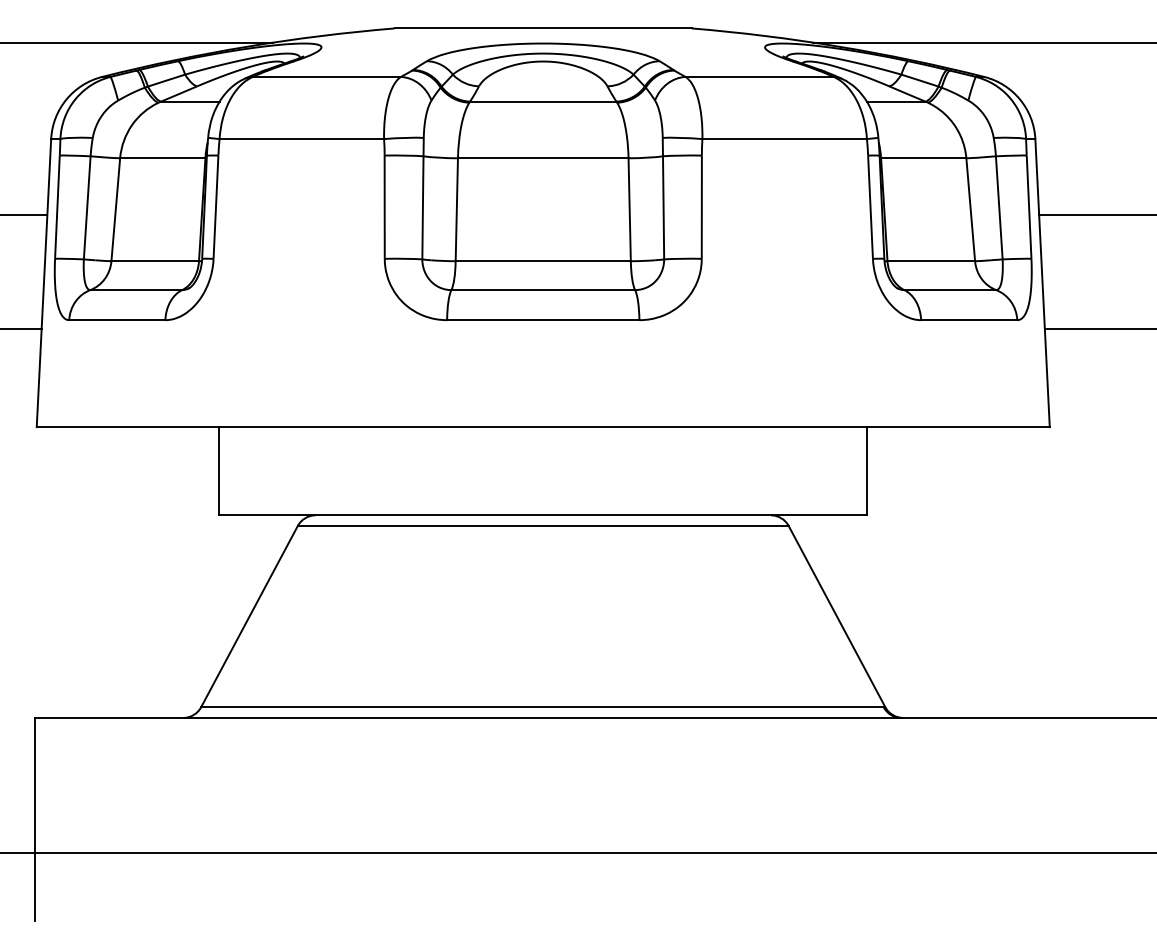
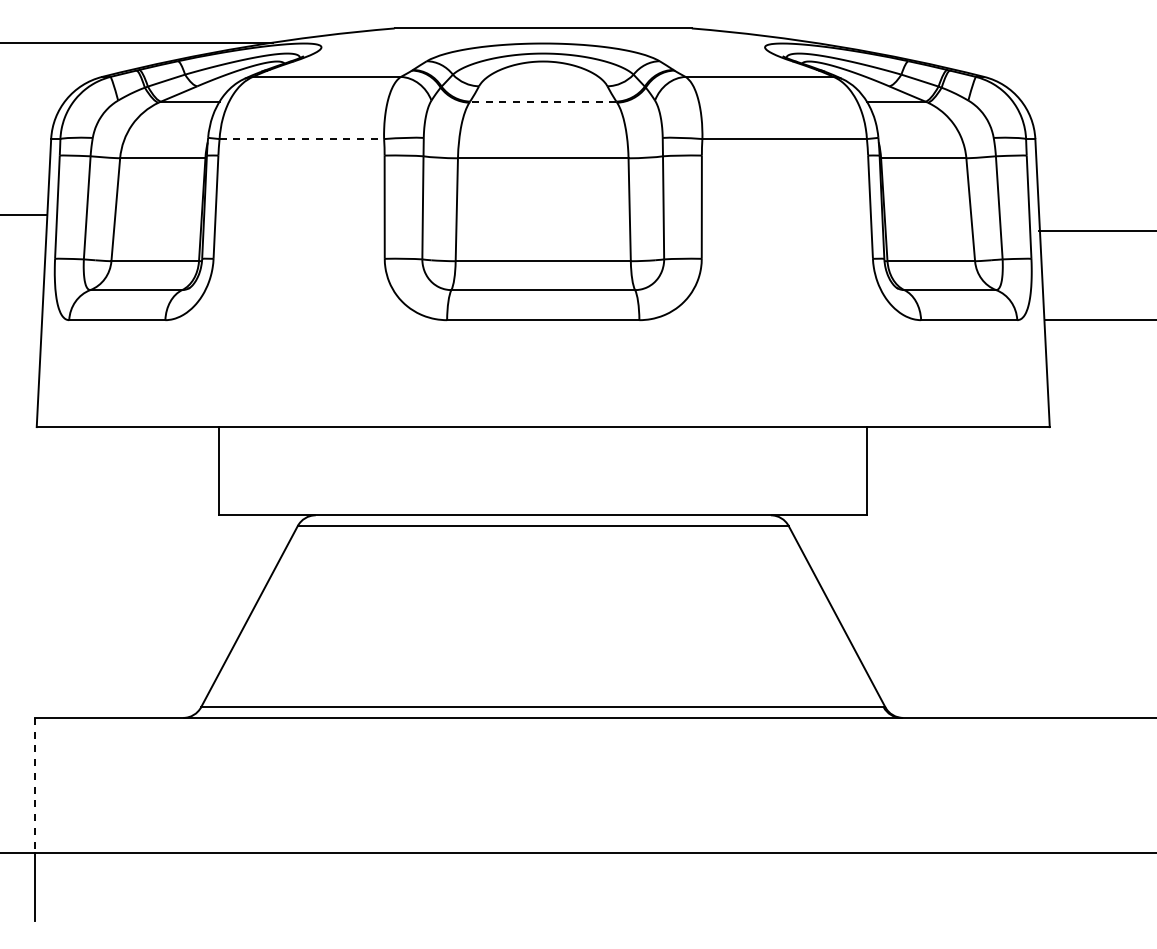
line at (983, 42): present -> none
line at (542, 101): solid -> dashed
line at (302, 139): solid -> dashed
line at (1096, 215) position: (1096, 215) -> (1096, 231)
line at (21, 329): present -> none
line at (1098, 329) position: (1098, 329) -> (1098, 320)
line at (34, 785): solid -> dashed
